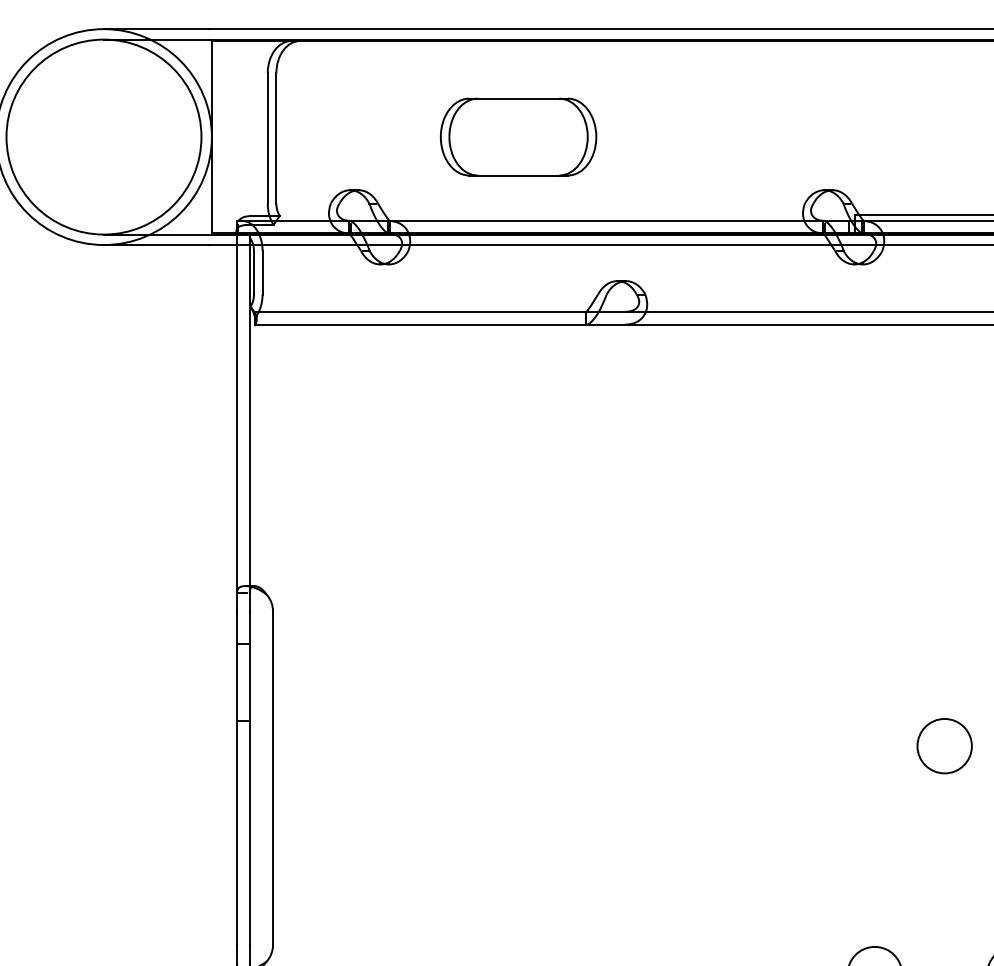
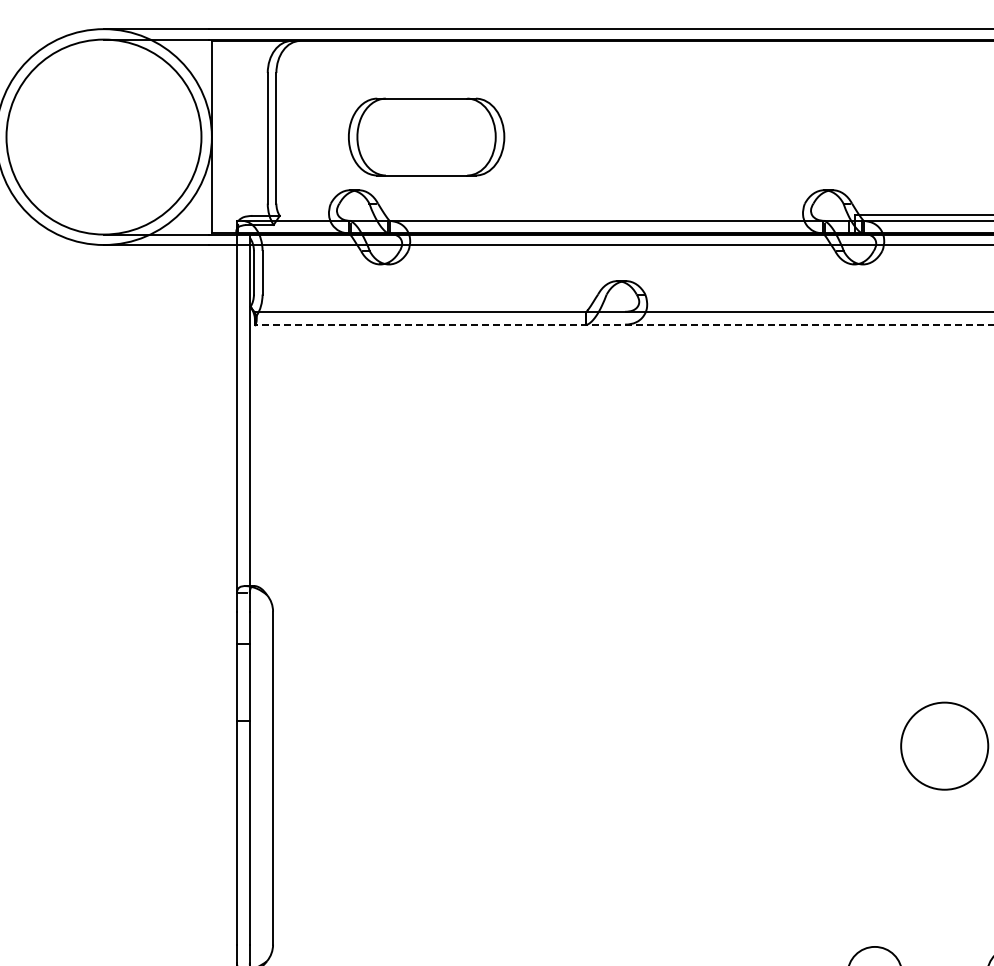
part at (518, 136) position: (518, 136) -> (426, 136)
line at (623, 324): solid -> dashed
circle at (944, 745) diameter: 54 px -> 87 px
